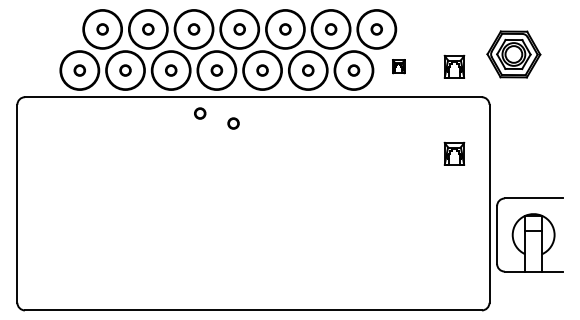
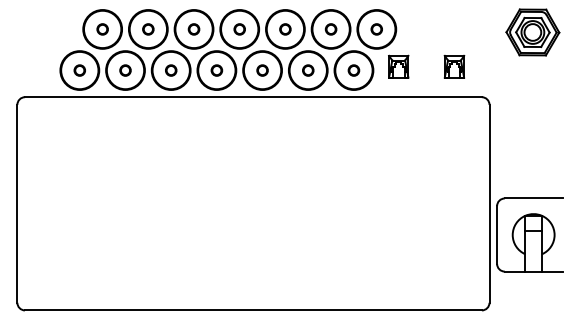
part at (513, 54) position: (513, 54) -> (532, 32)
part at (398, 66) size: 14x16 px -> 22x25 px
circle at (200, 113): present -> none
circle at (233, 123): present -> none
part at (454, 153): present -> none
